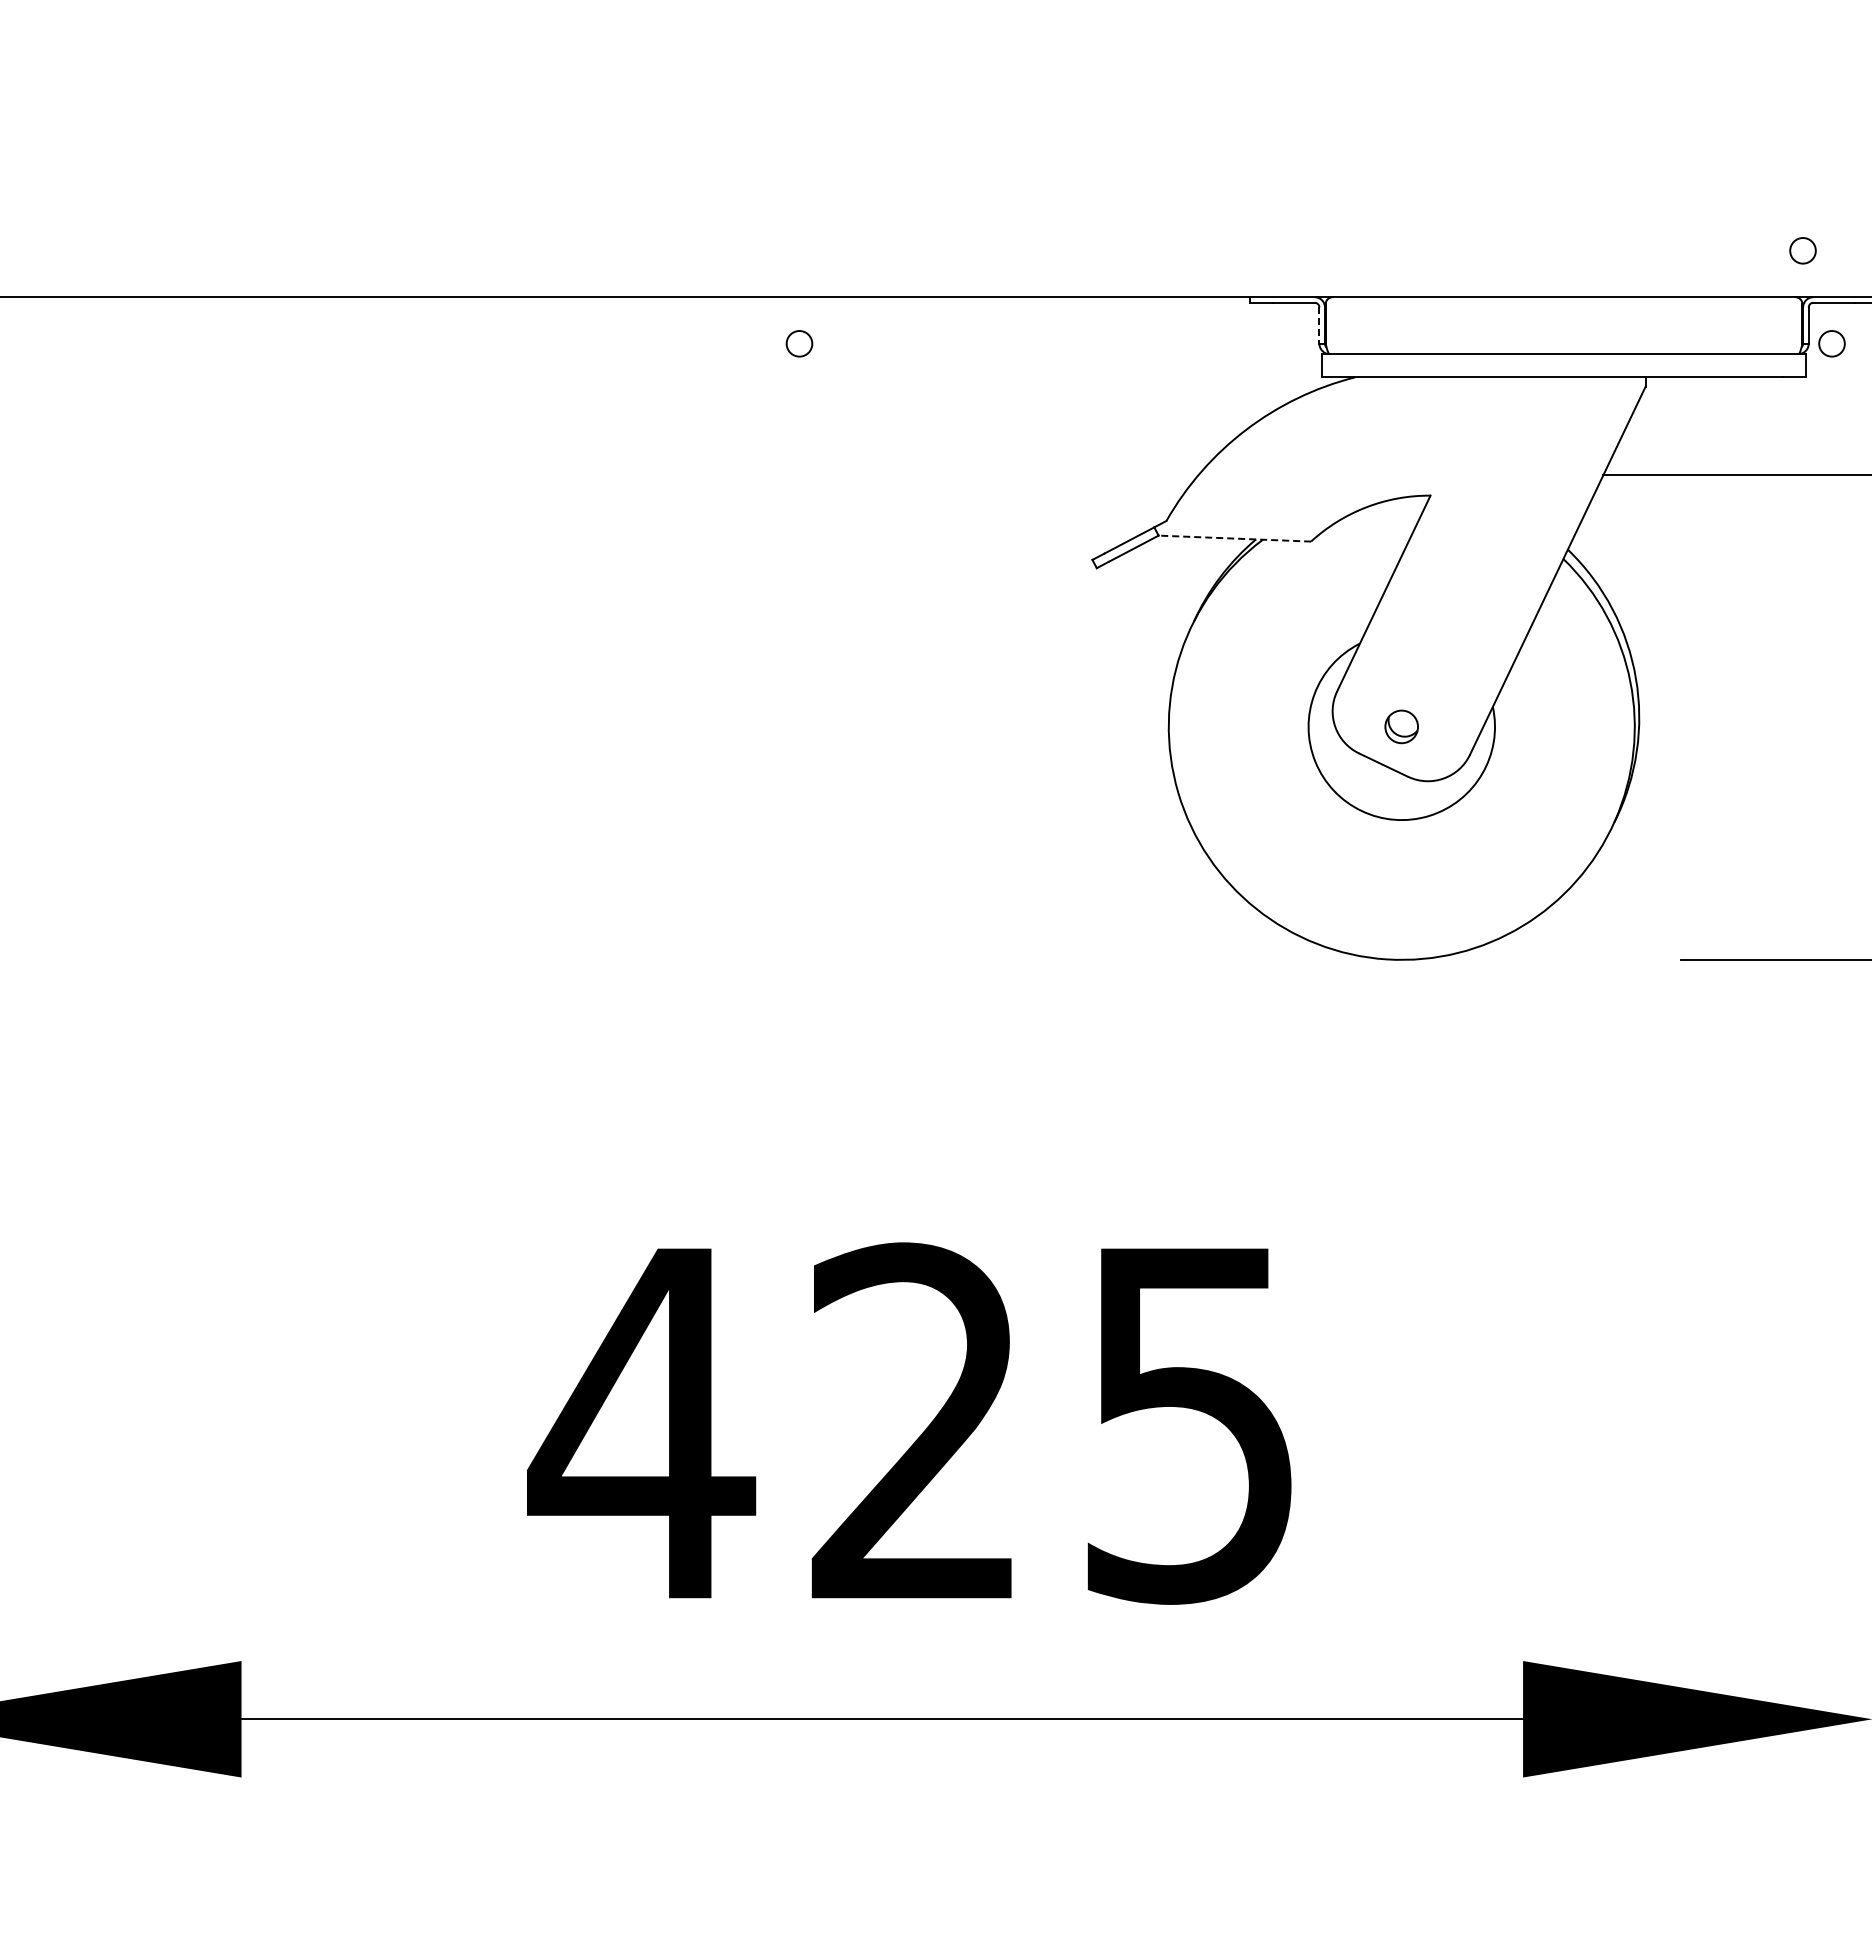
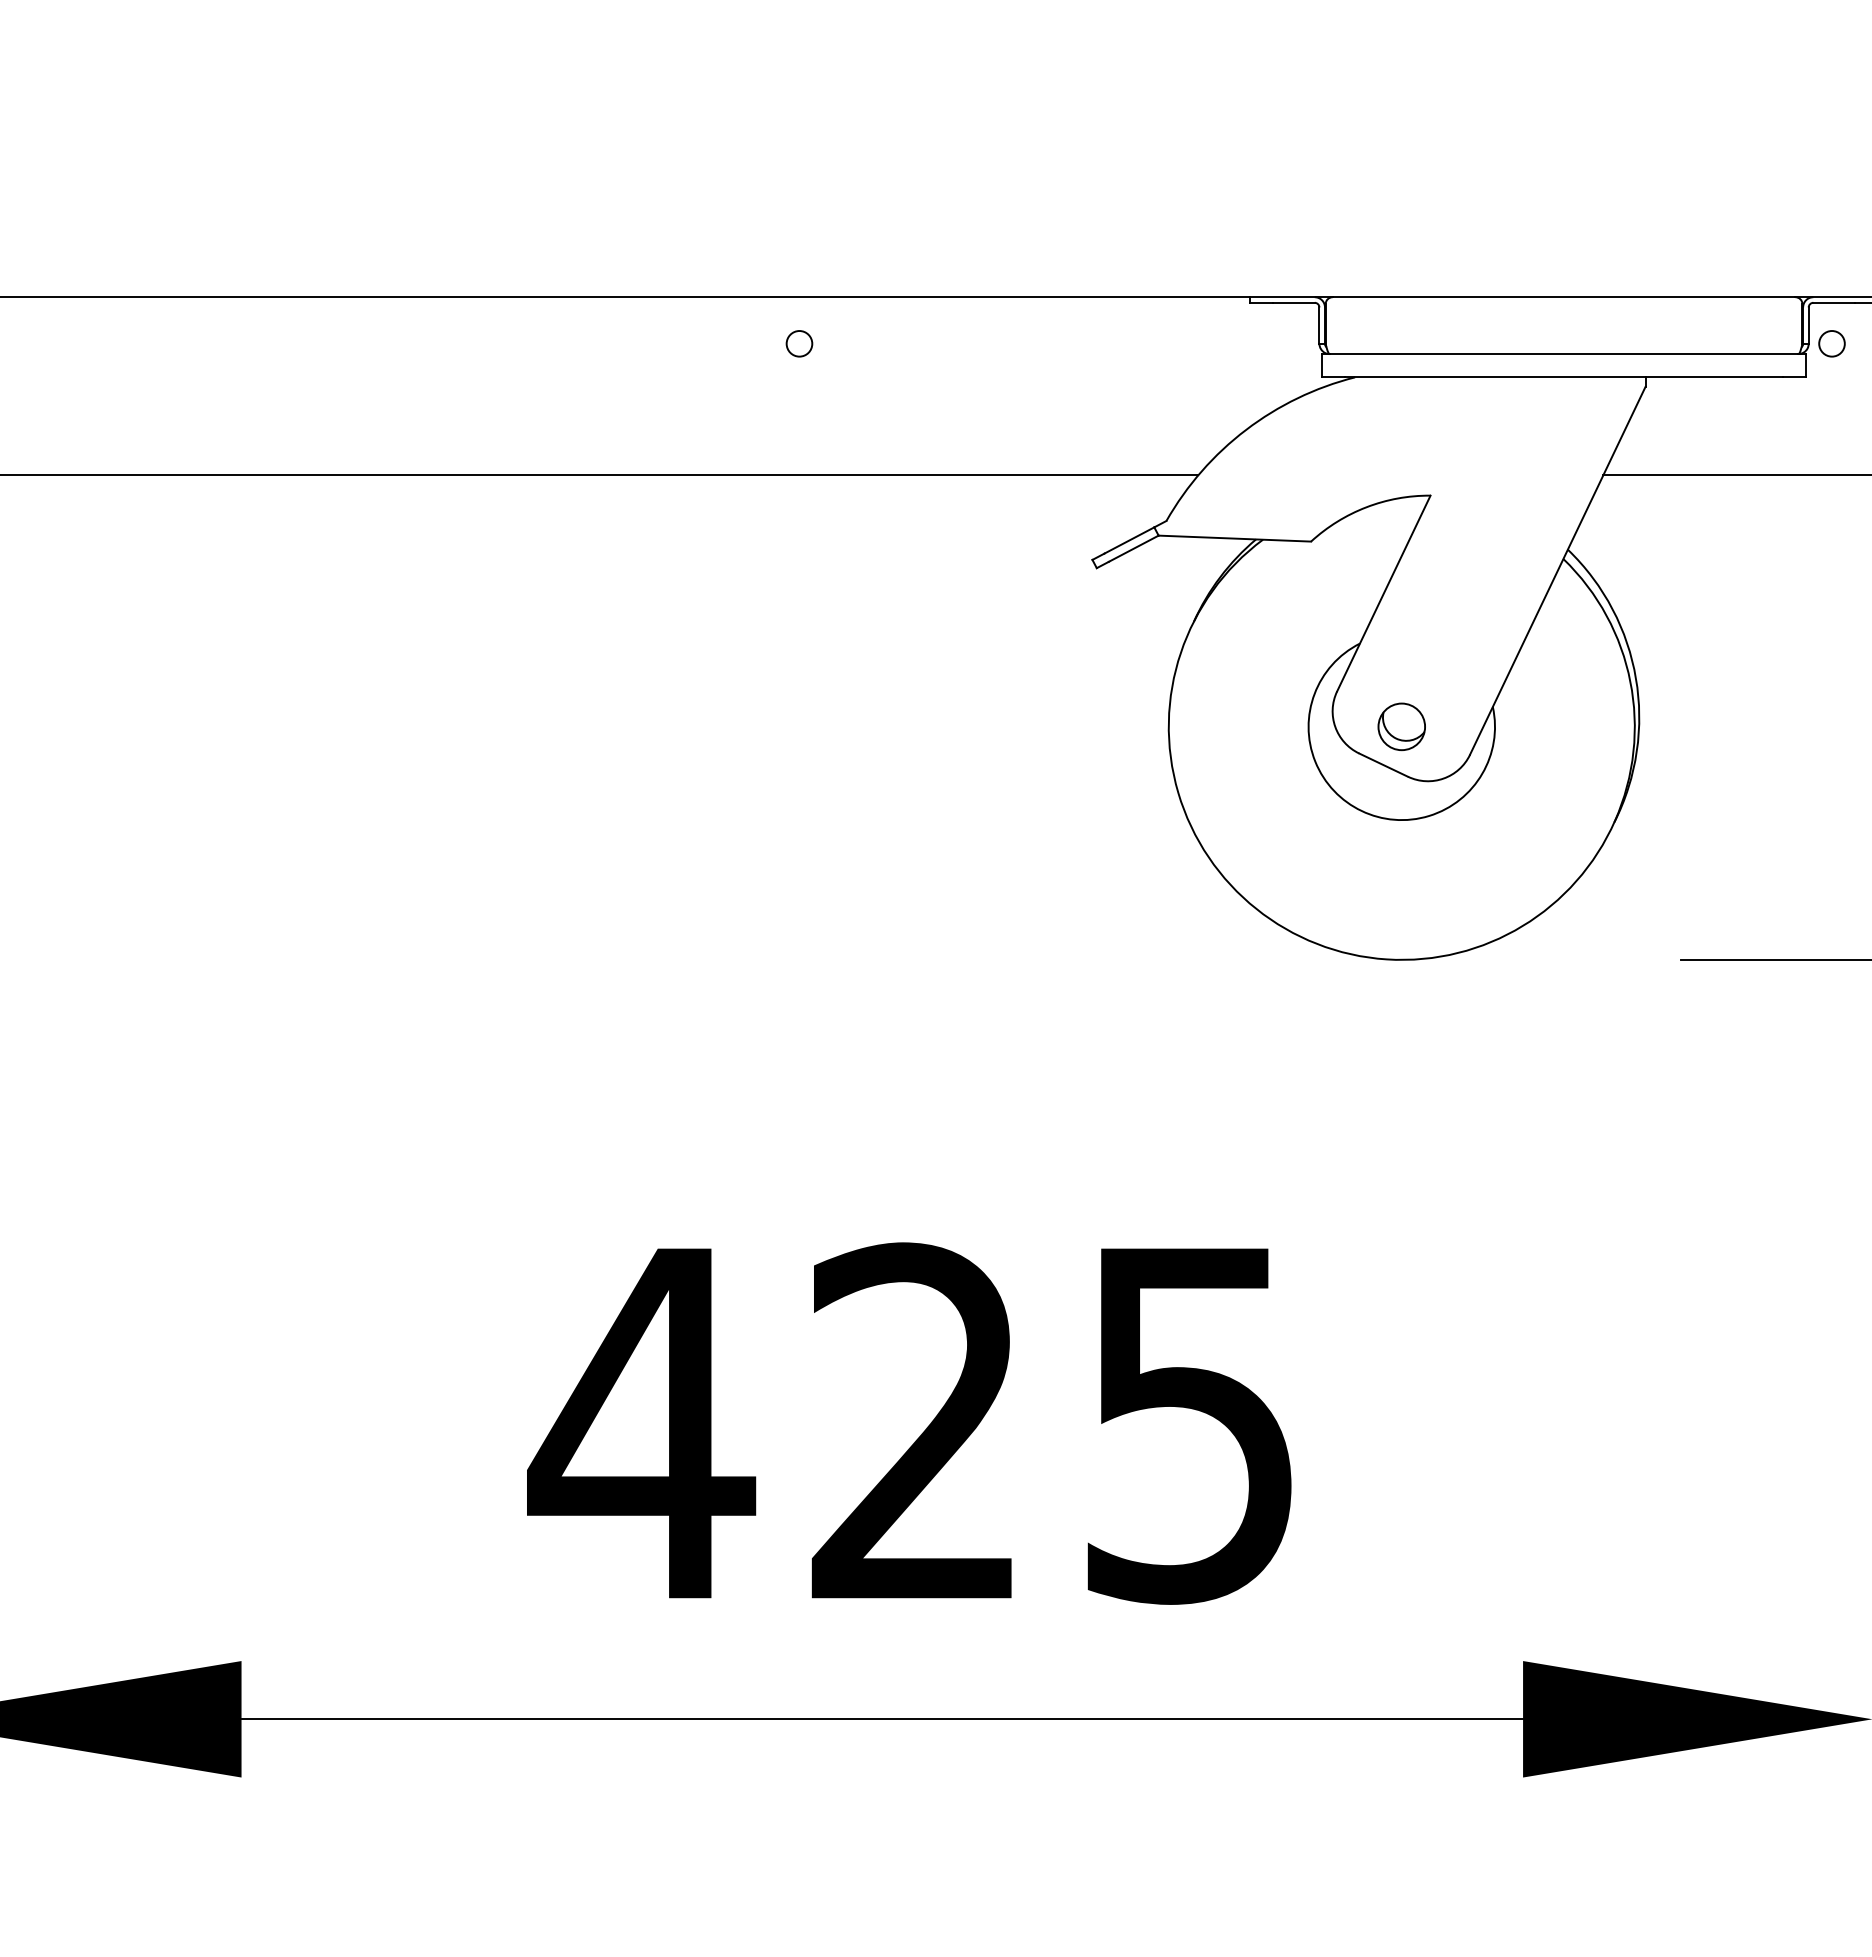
circle at (1802, 250): present -> none
line at (1319, 326): dashed -> solid
line at (600, 475): none -> present
line at (1234, 538): dashed -> solid
part at (1401, 726) size: 35x36 px -> 49x50 px
